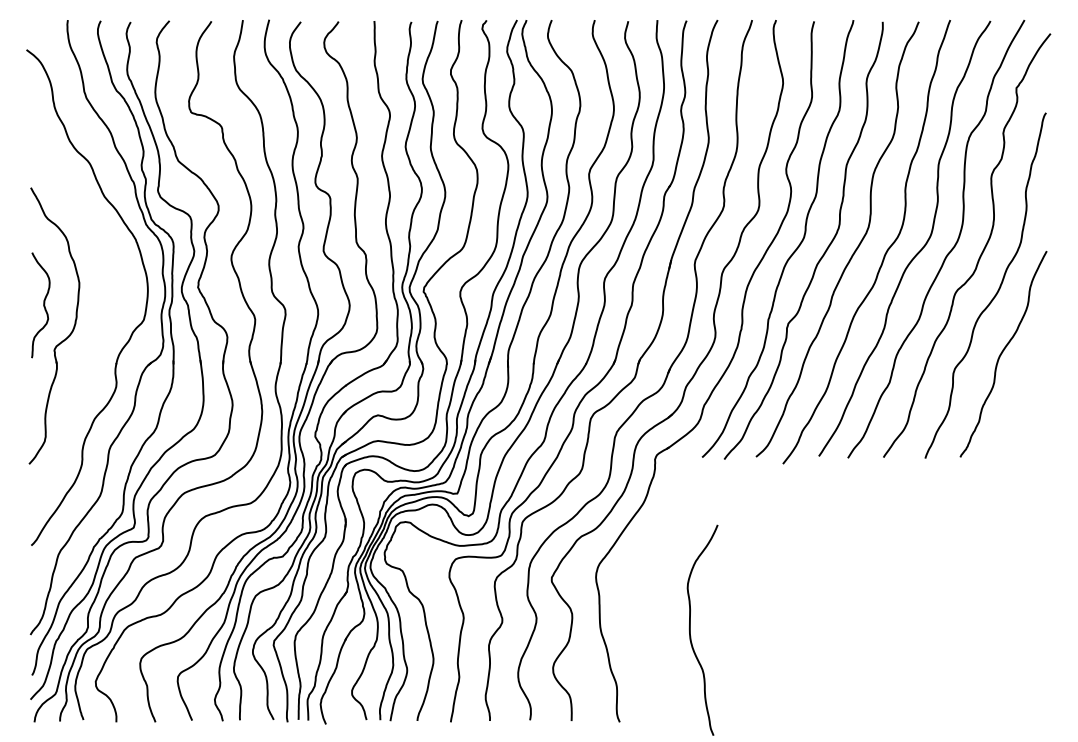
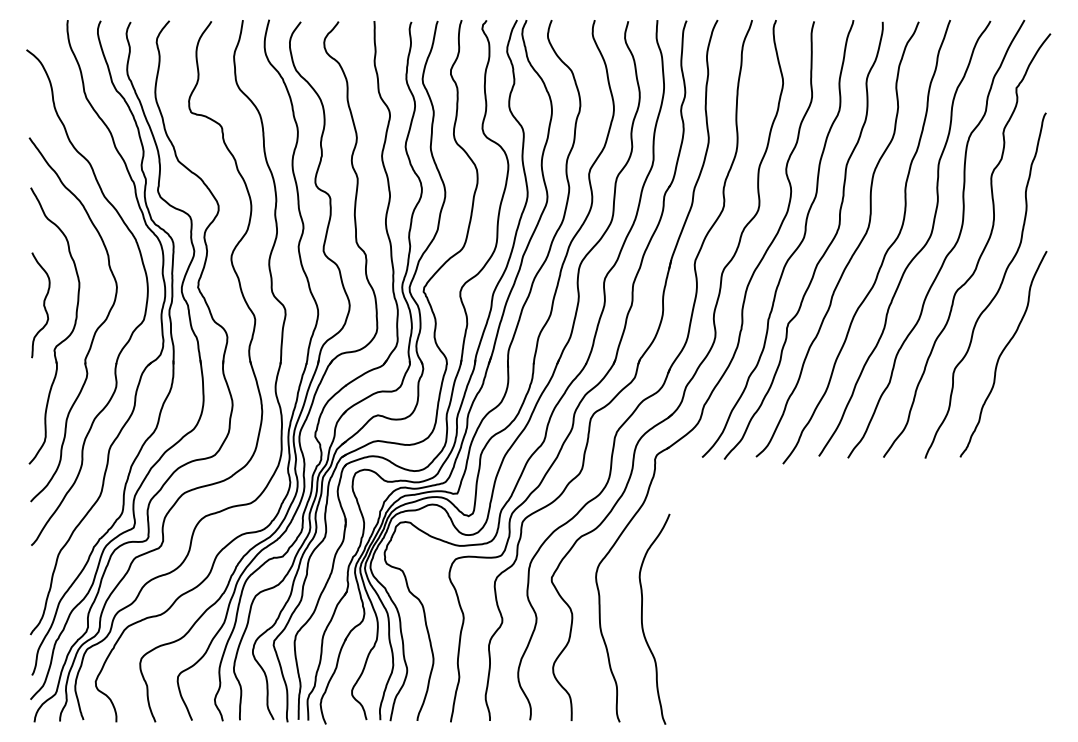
part at (95, 330): none -> present
curve at (690, 629) position: (690, 629) -> (642, 618)
